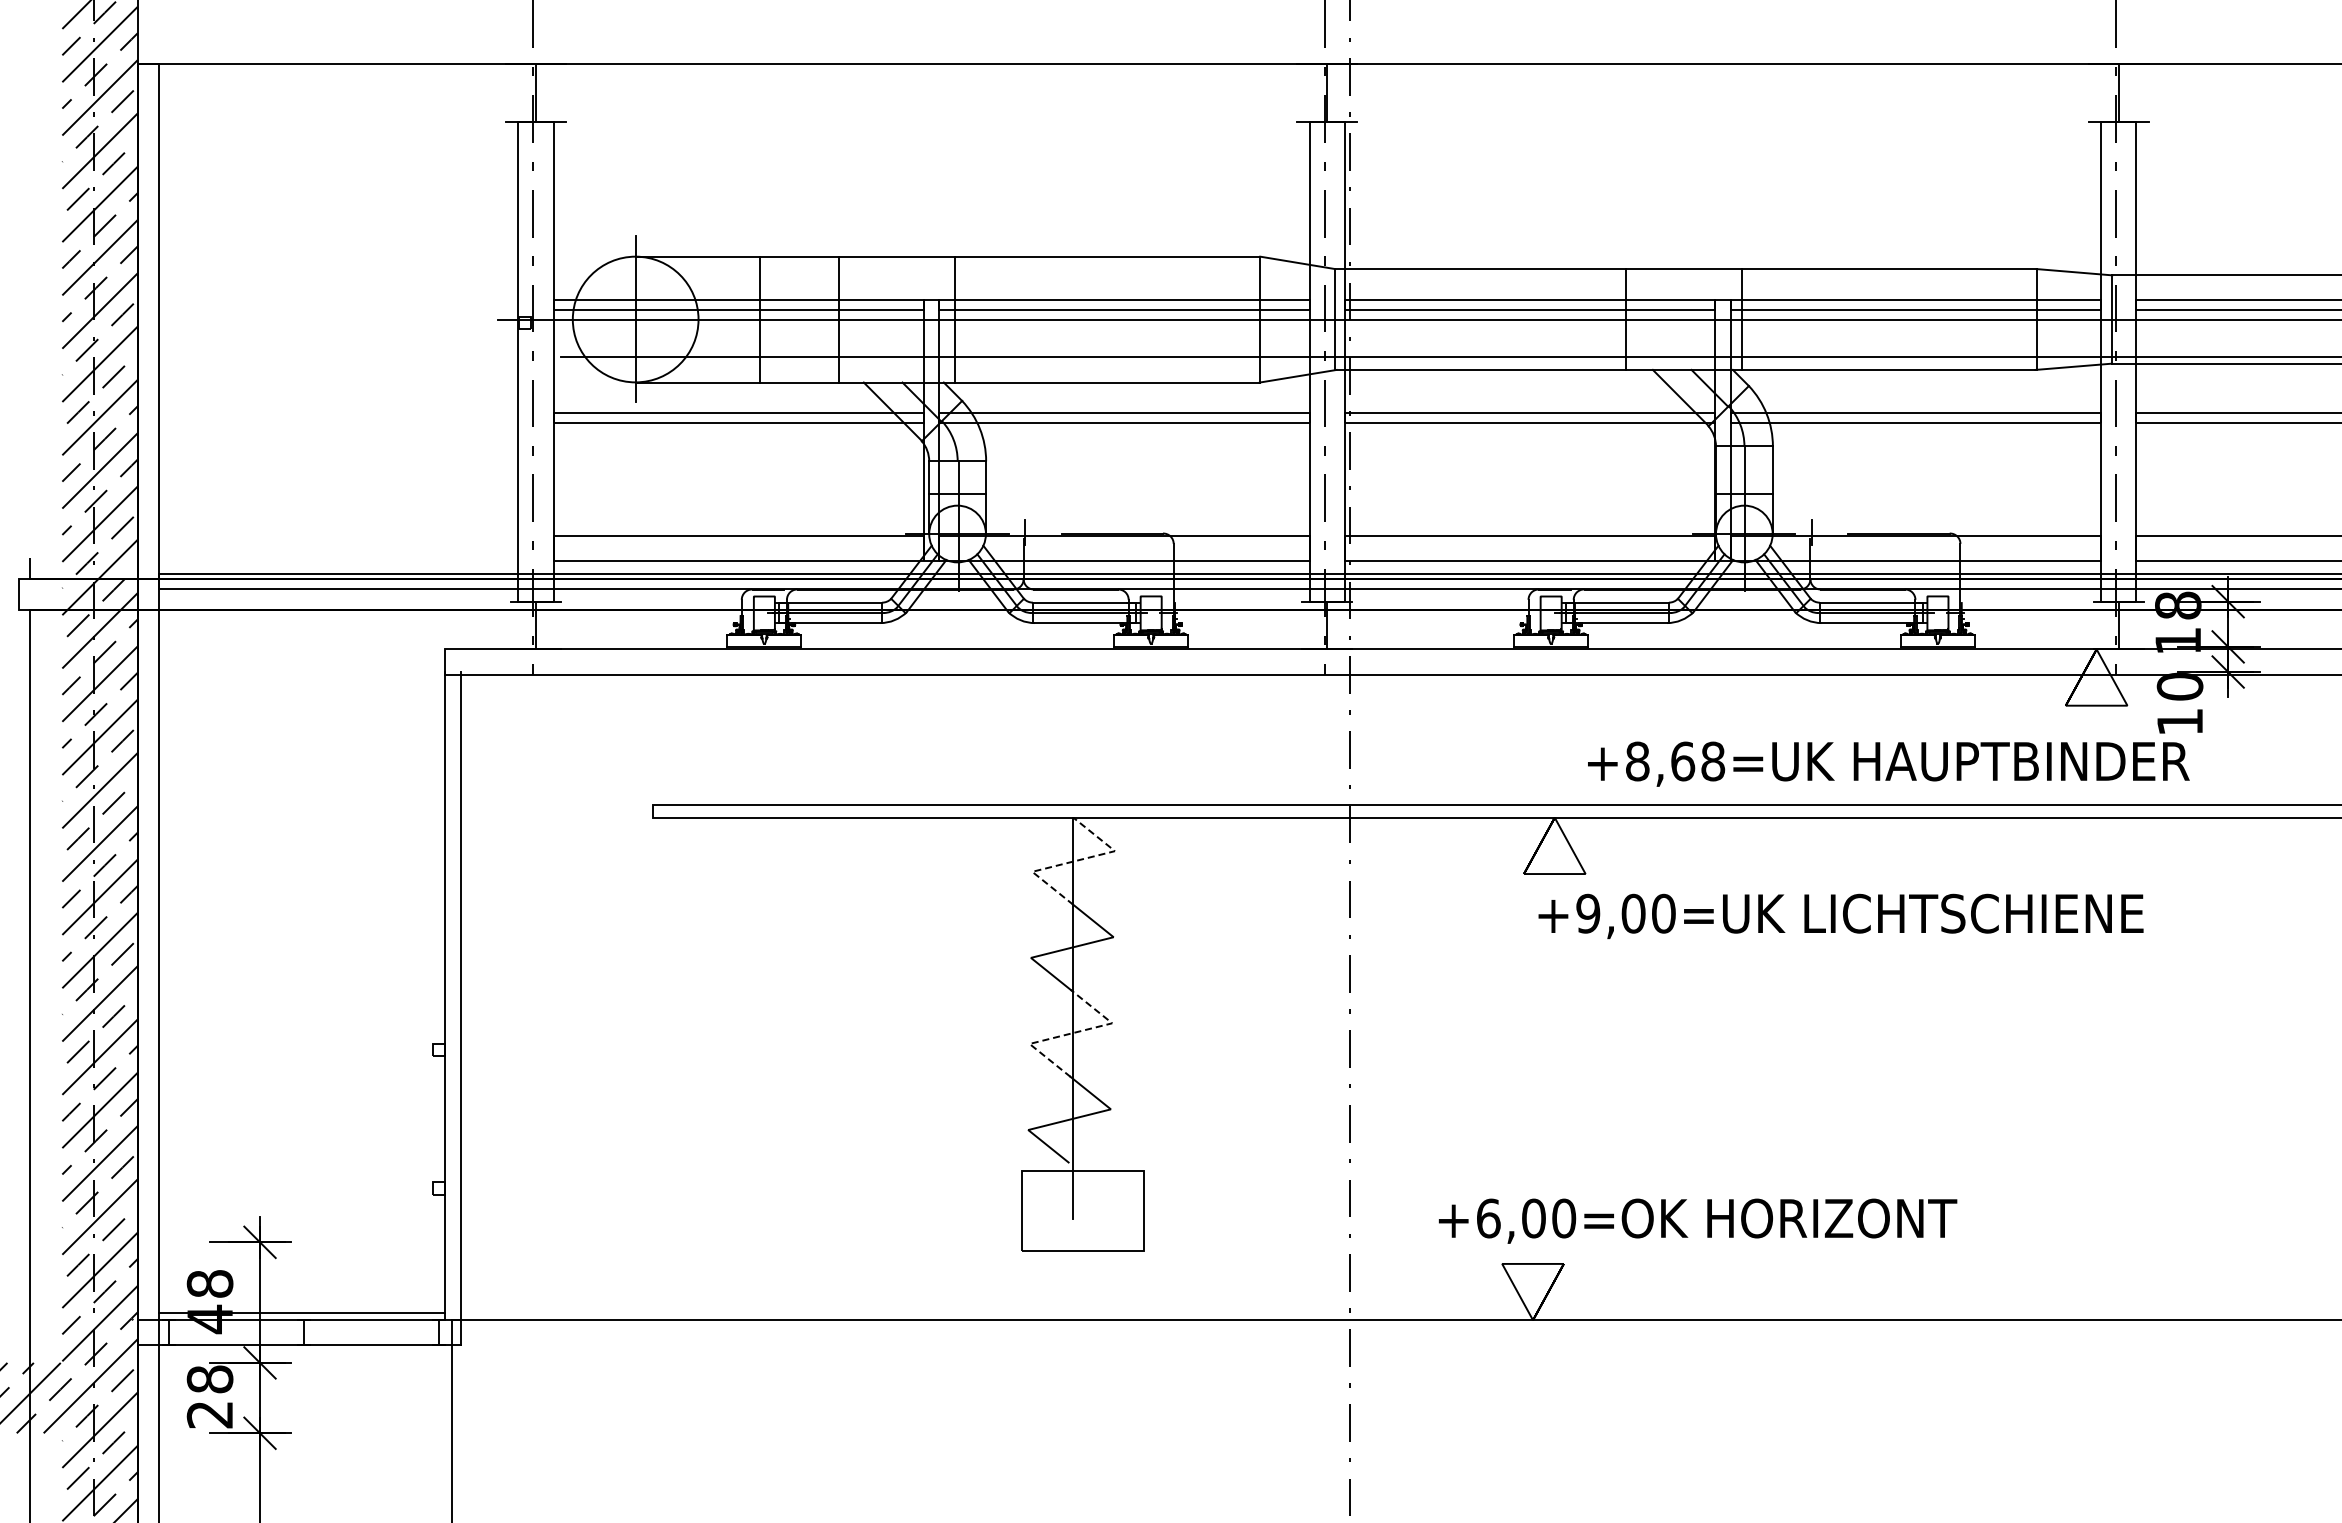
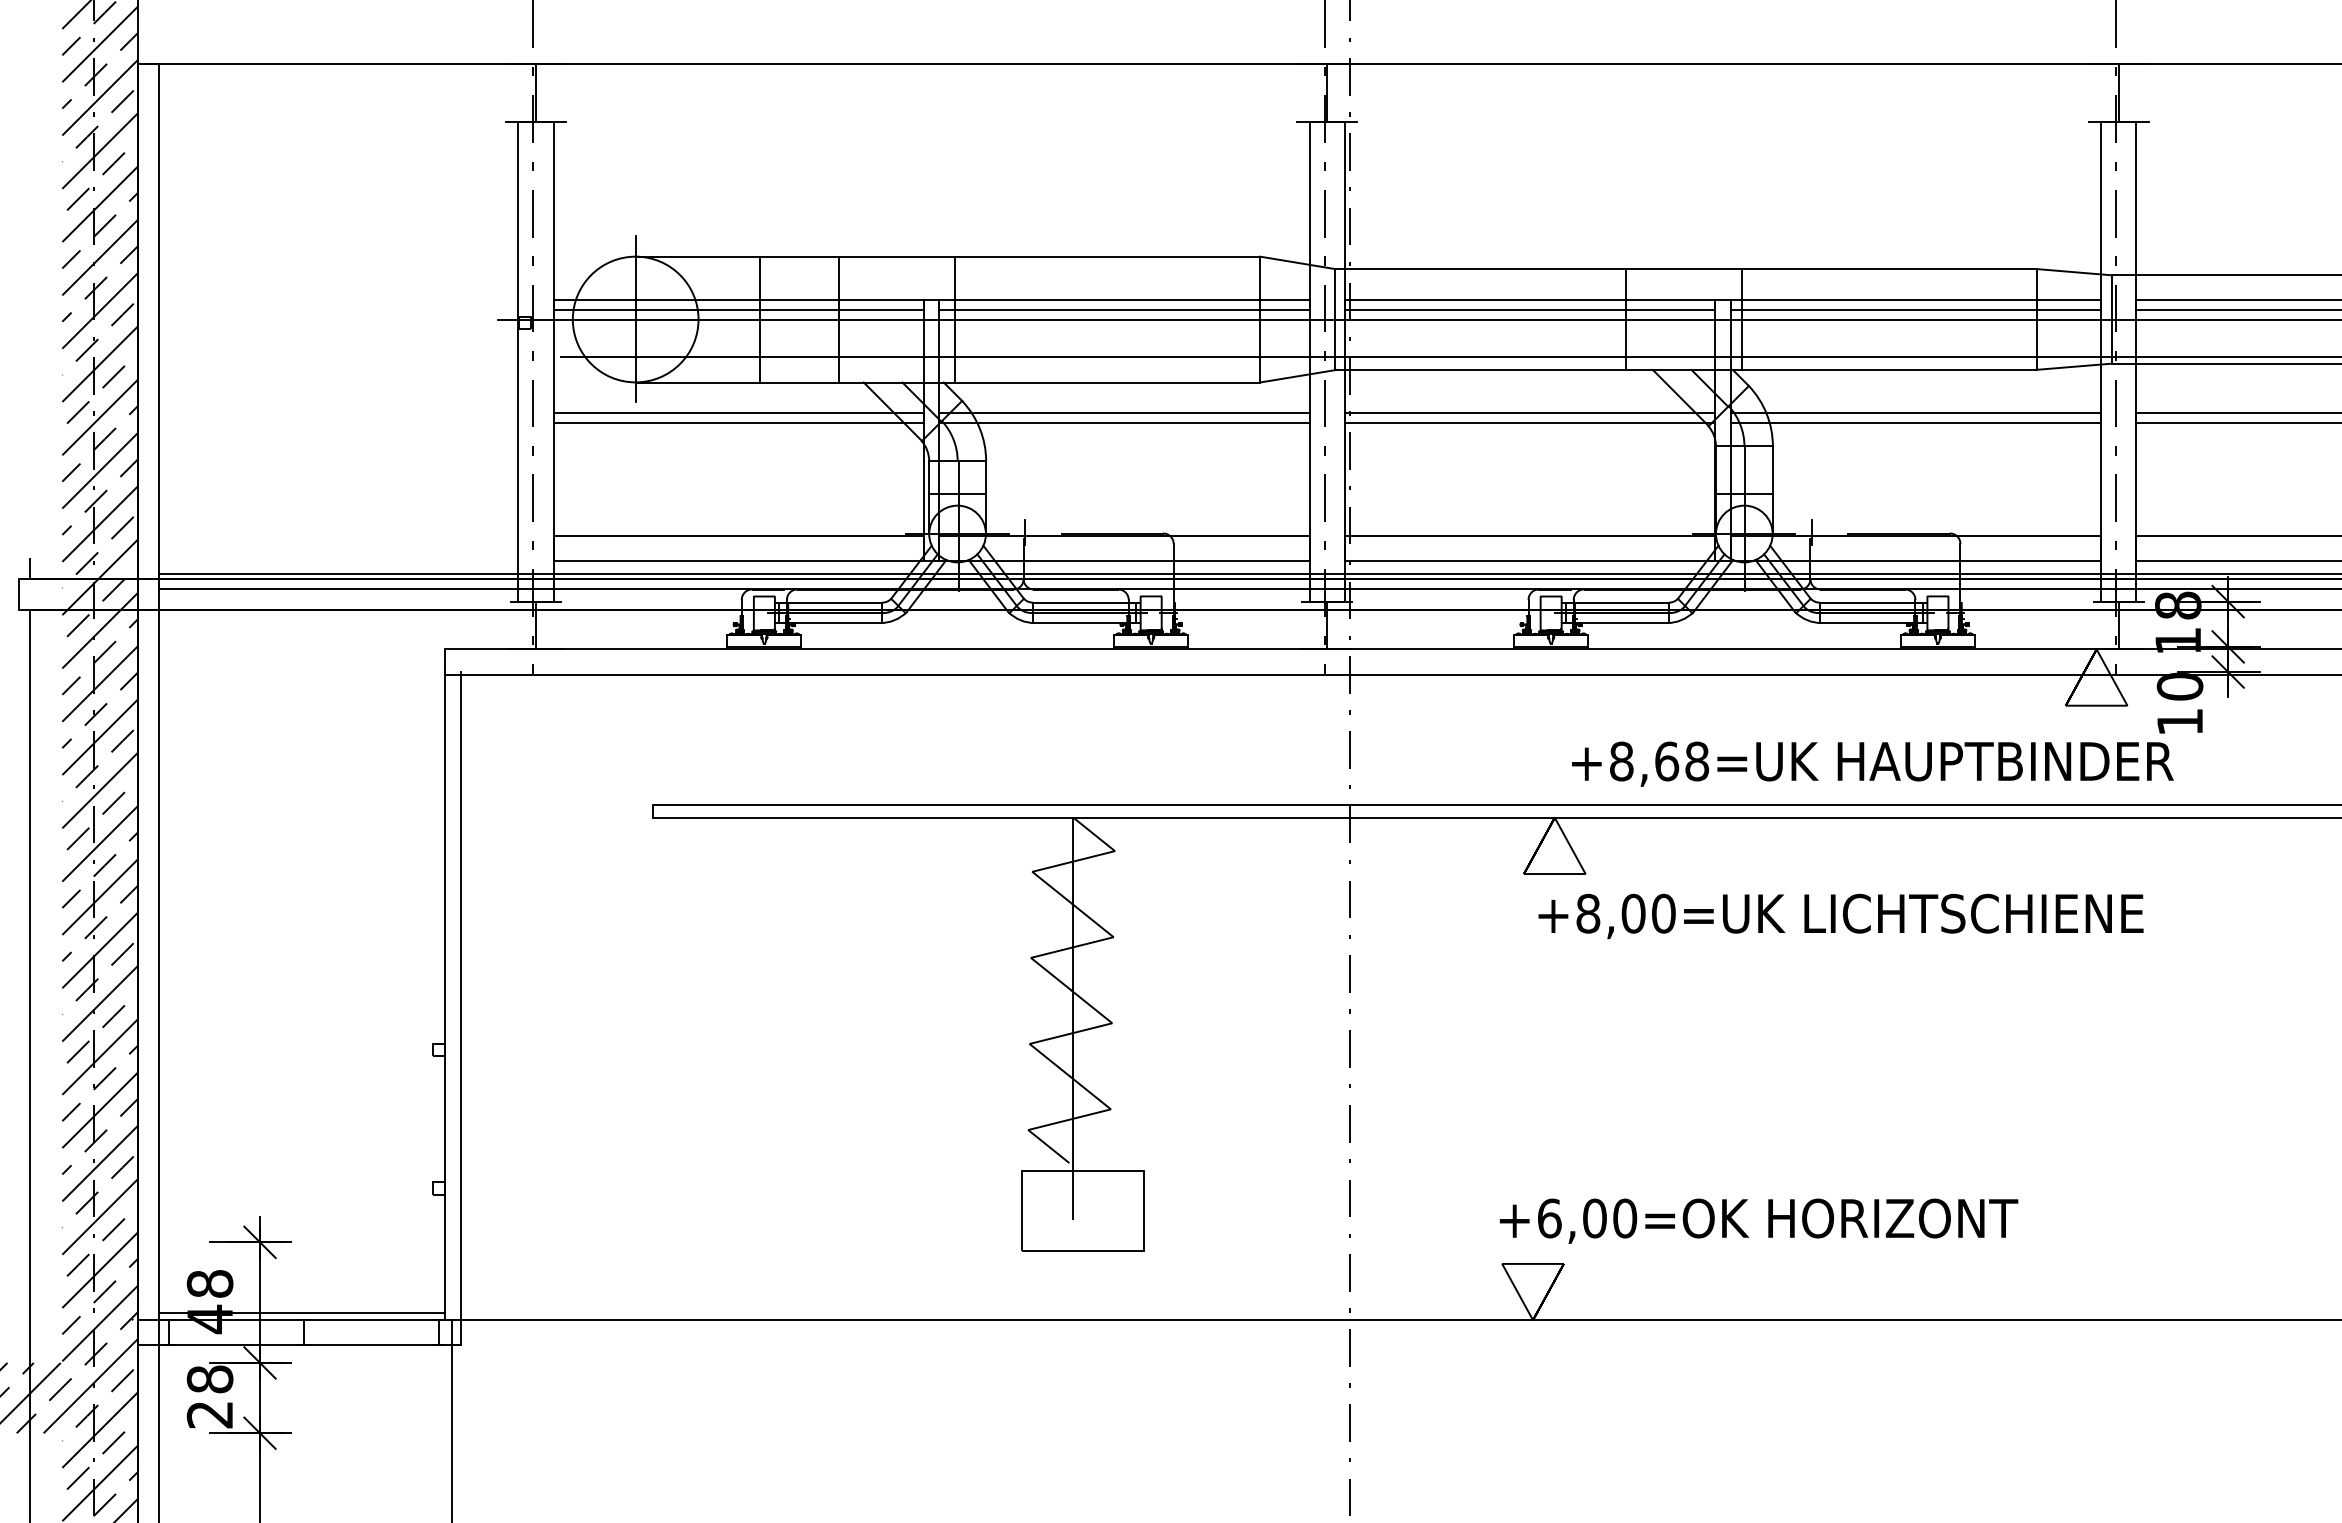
text at (1888, 763) position: (1888, 763) -> (1872, 763)
line at (1074, 861): dashed -> solid
text at (1588, 913): +9,00=UK -> +8,00=UK
line at (1071, 1033): dashed -> solid
text at (1697, 1220) position: (1697, 1220) -> (1758, 1220)
